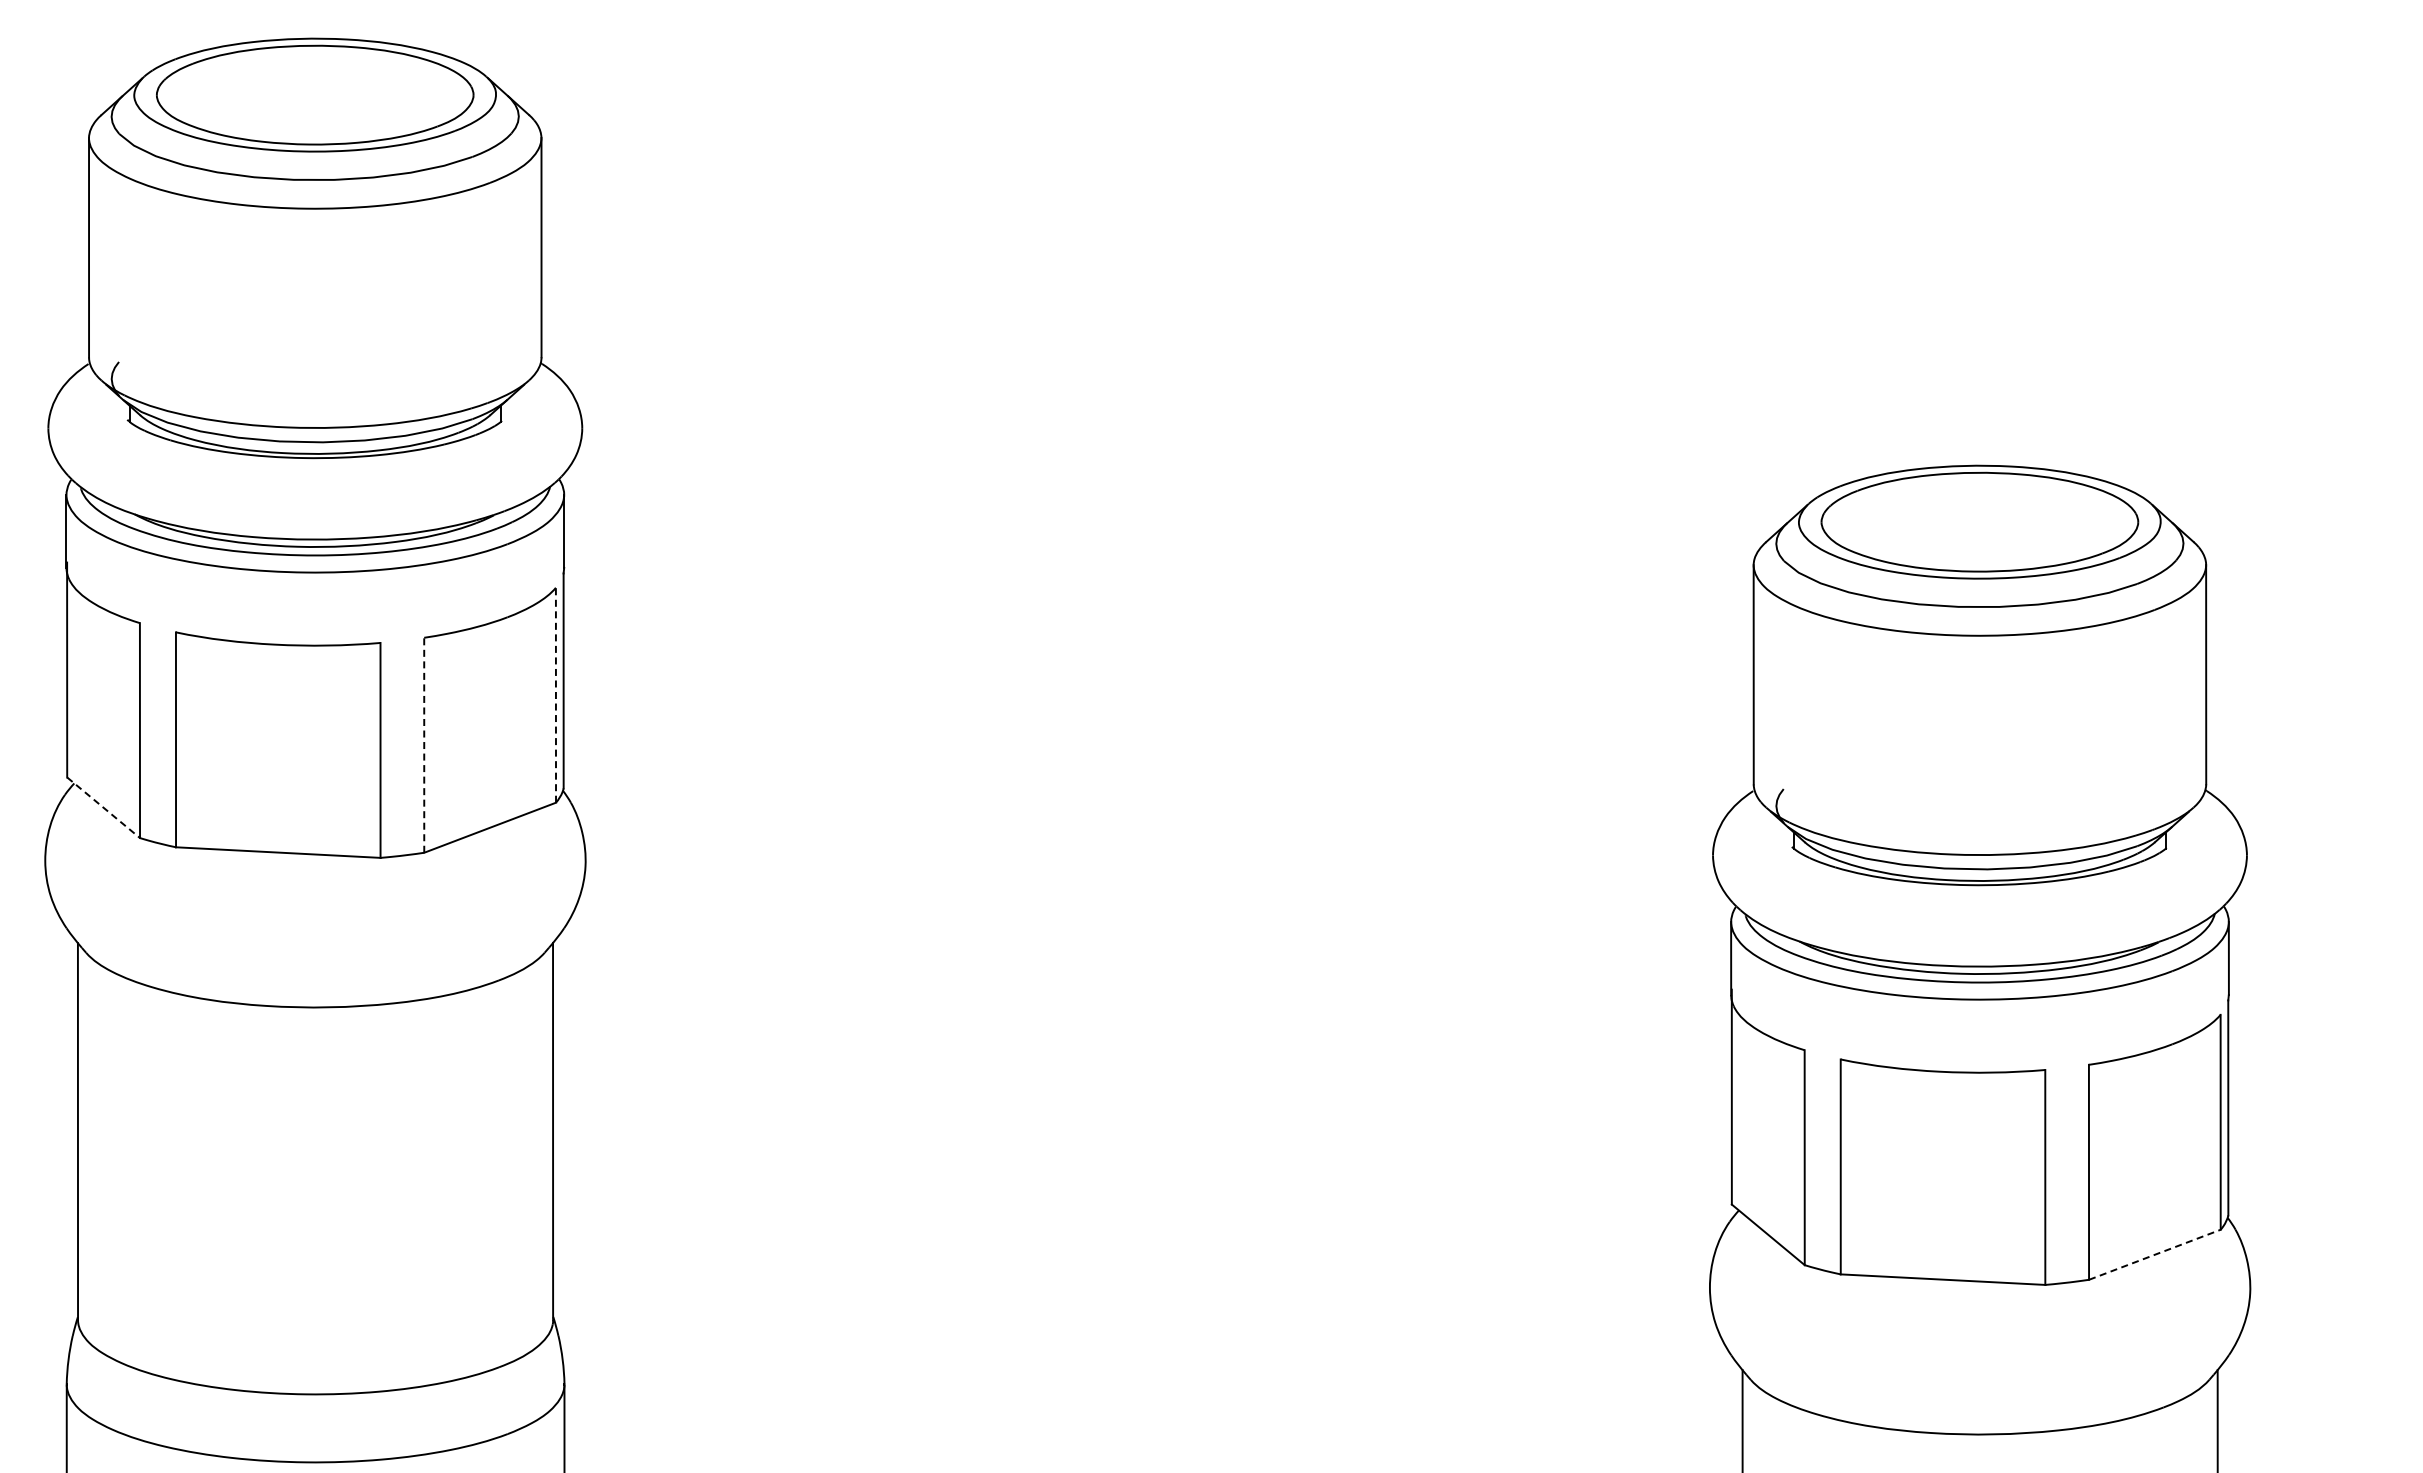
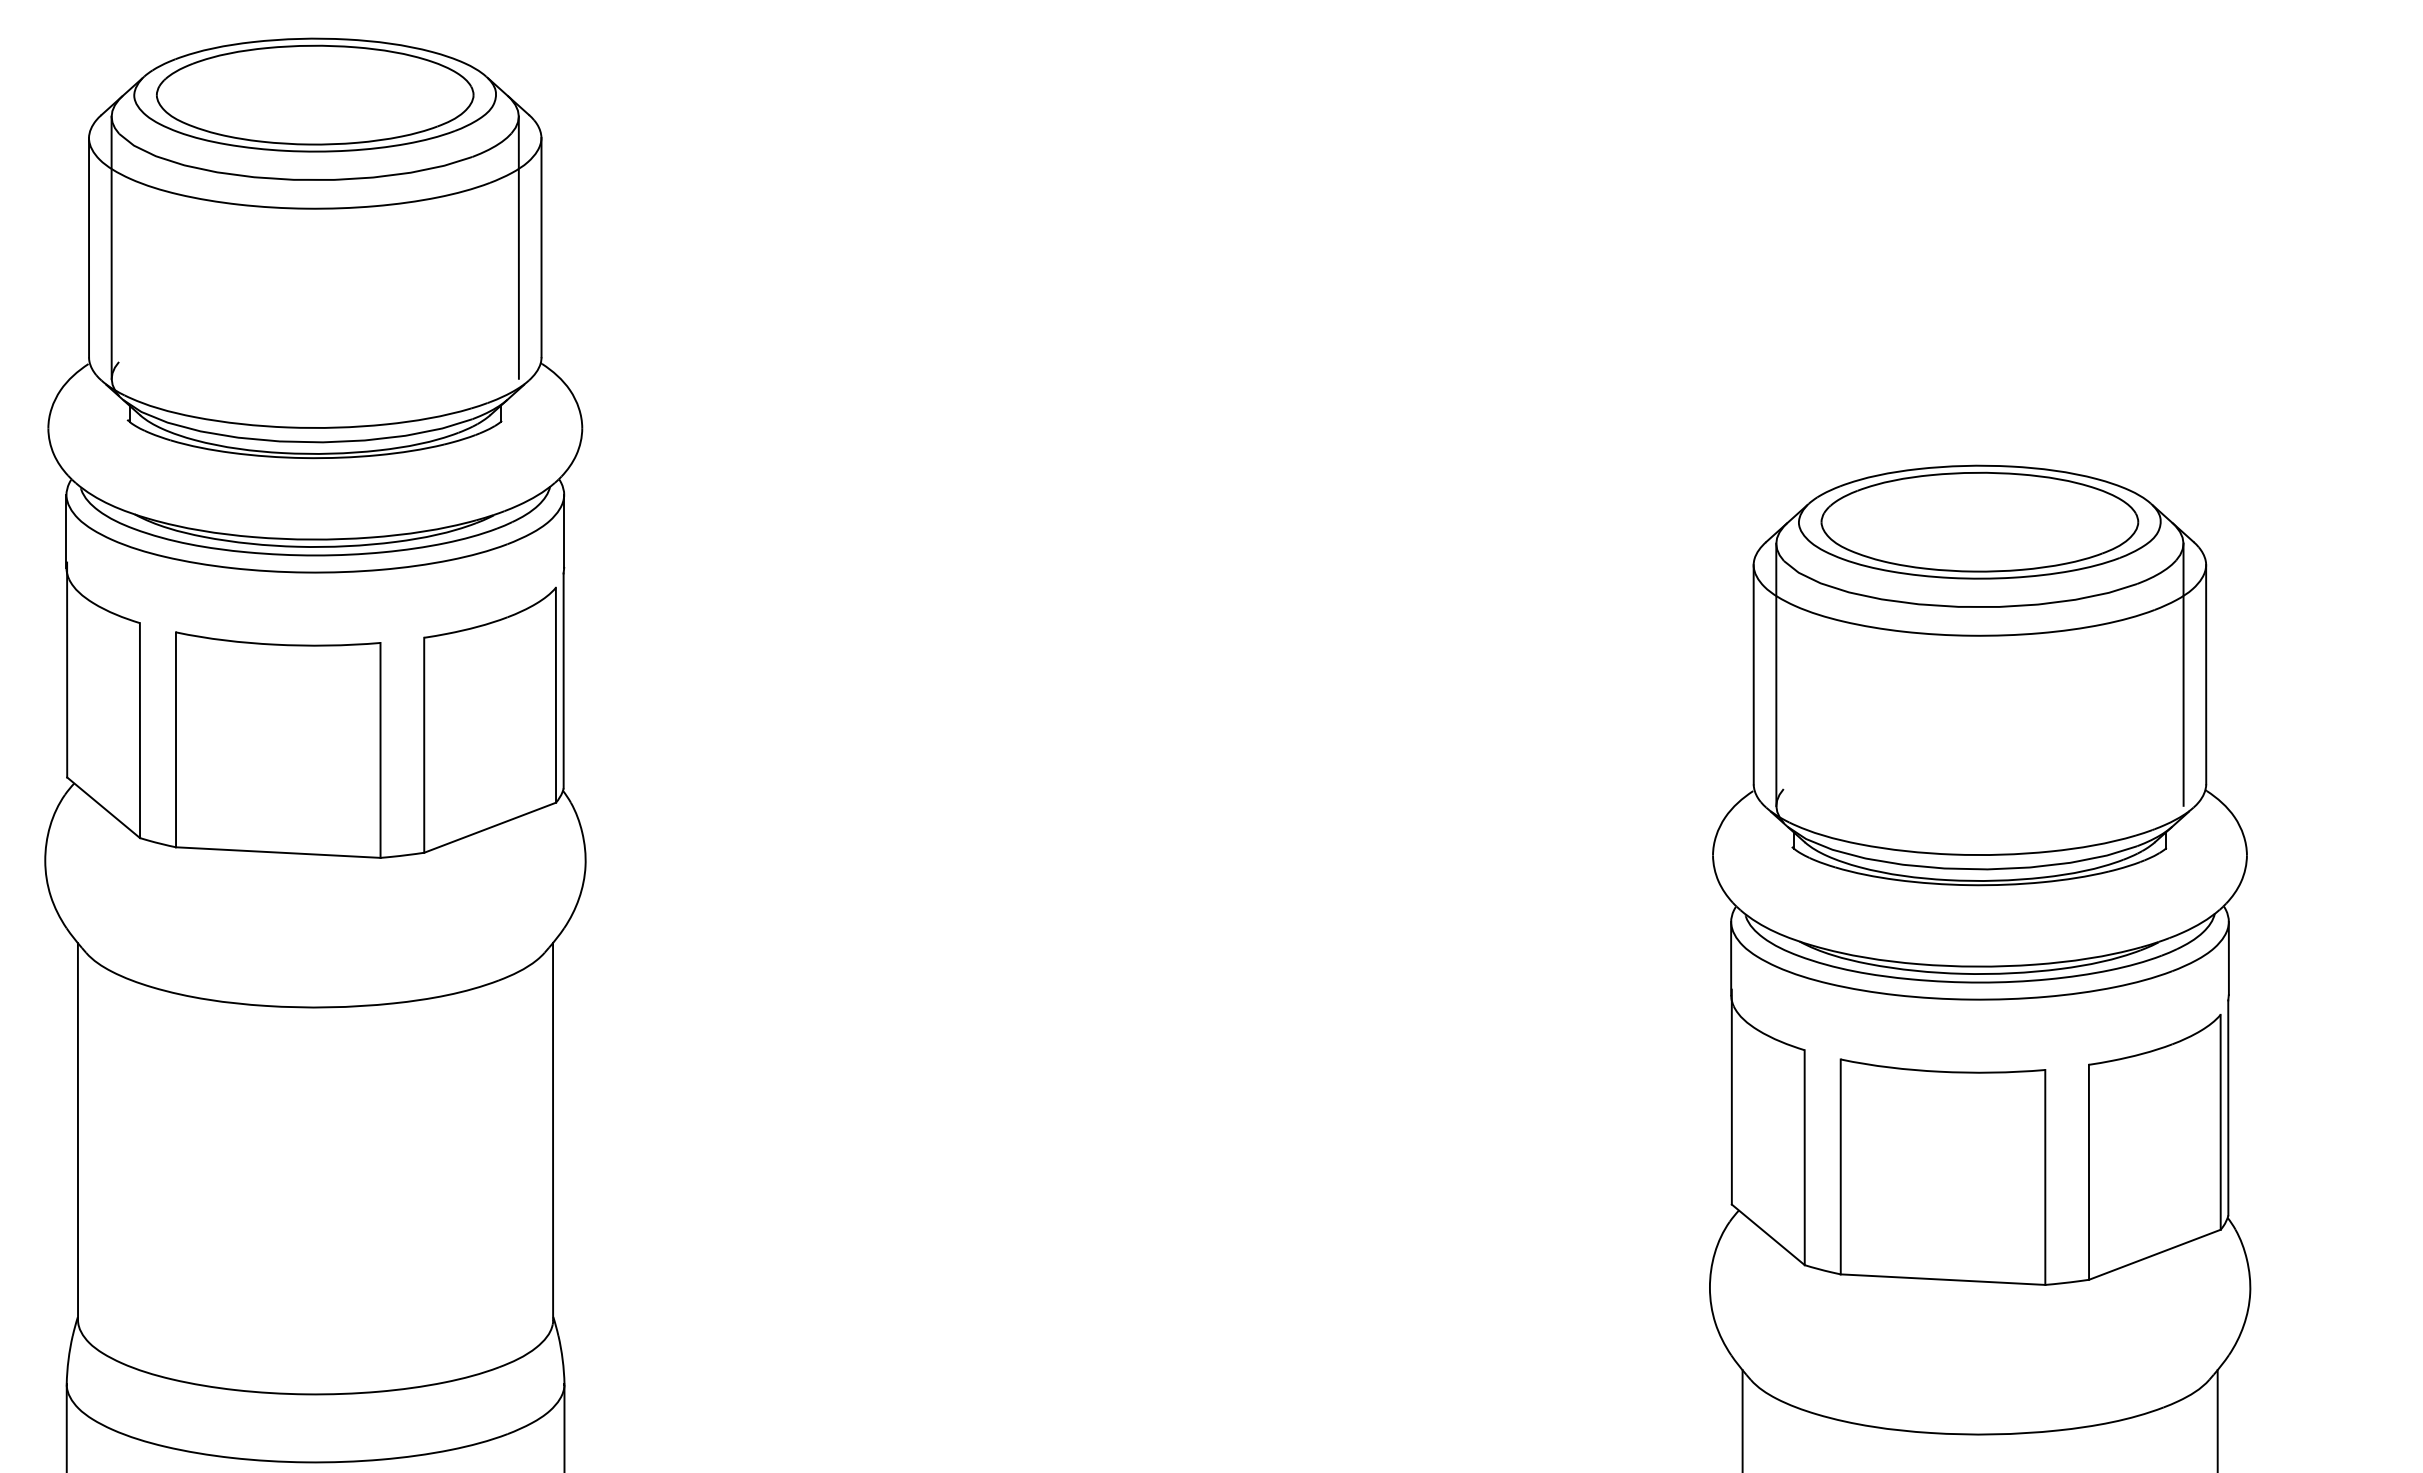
line at (111, 247): none -> present
line at (518, 247): none -> present
line at (1776, 674): none -> present
line at (2183, 674): none -> present
line at (555, 694): dashed -> solid
line at (424, 744): dashed -> solid
line at (103, 808): dashed -> solid
line at (2155, 1254): dashed -> solid
